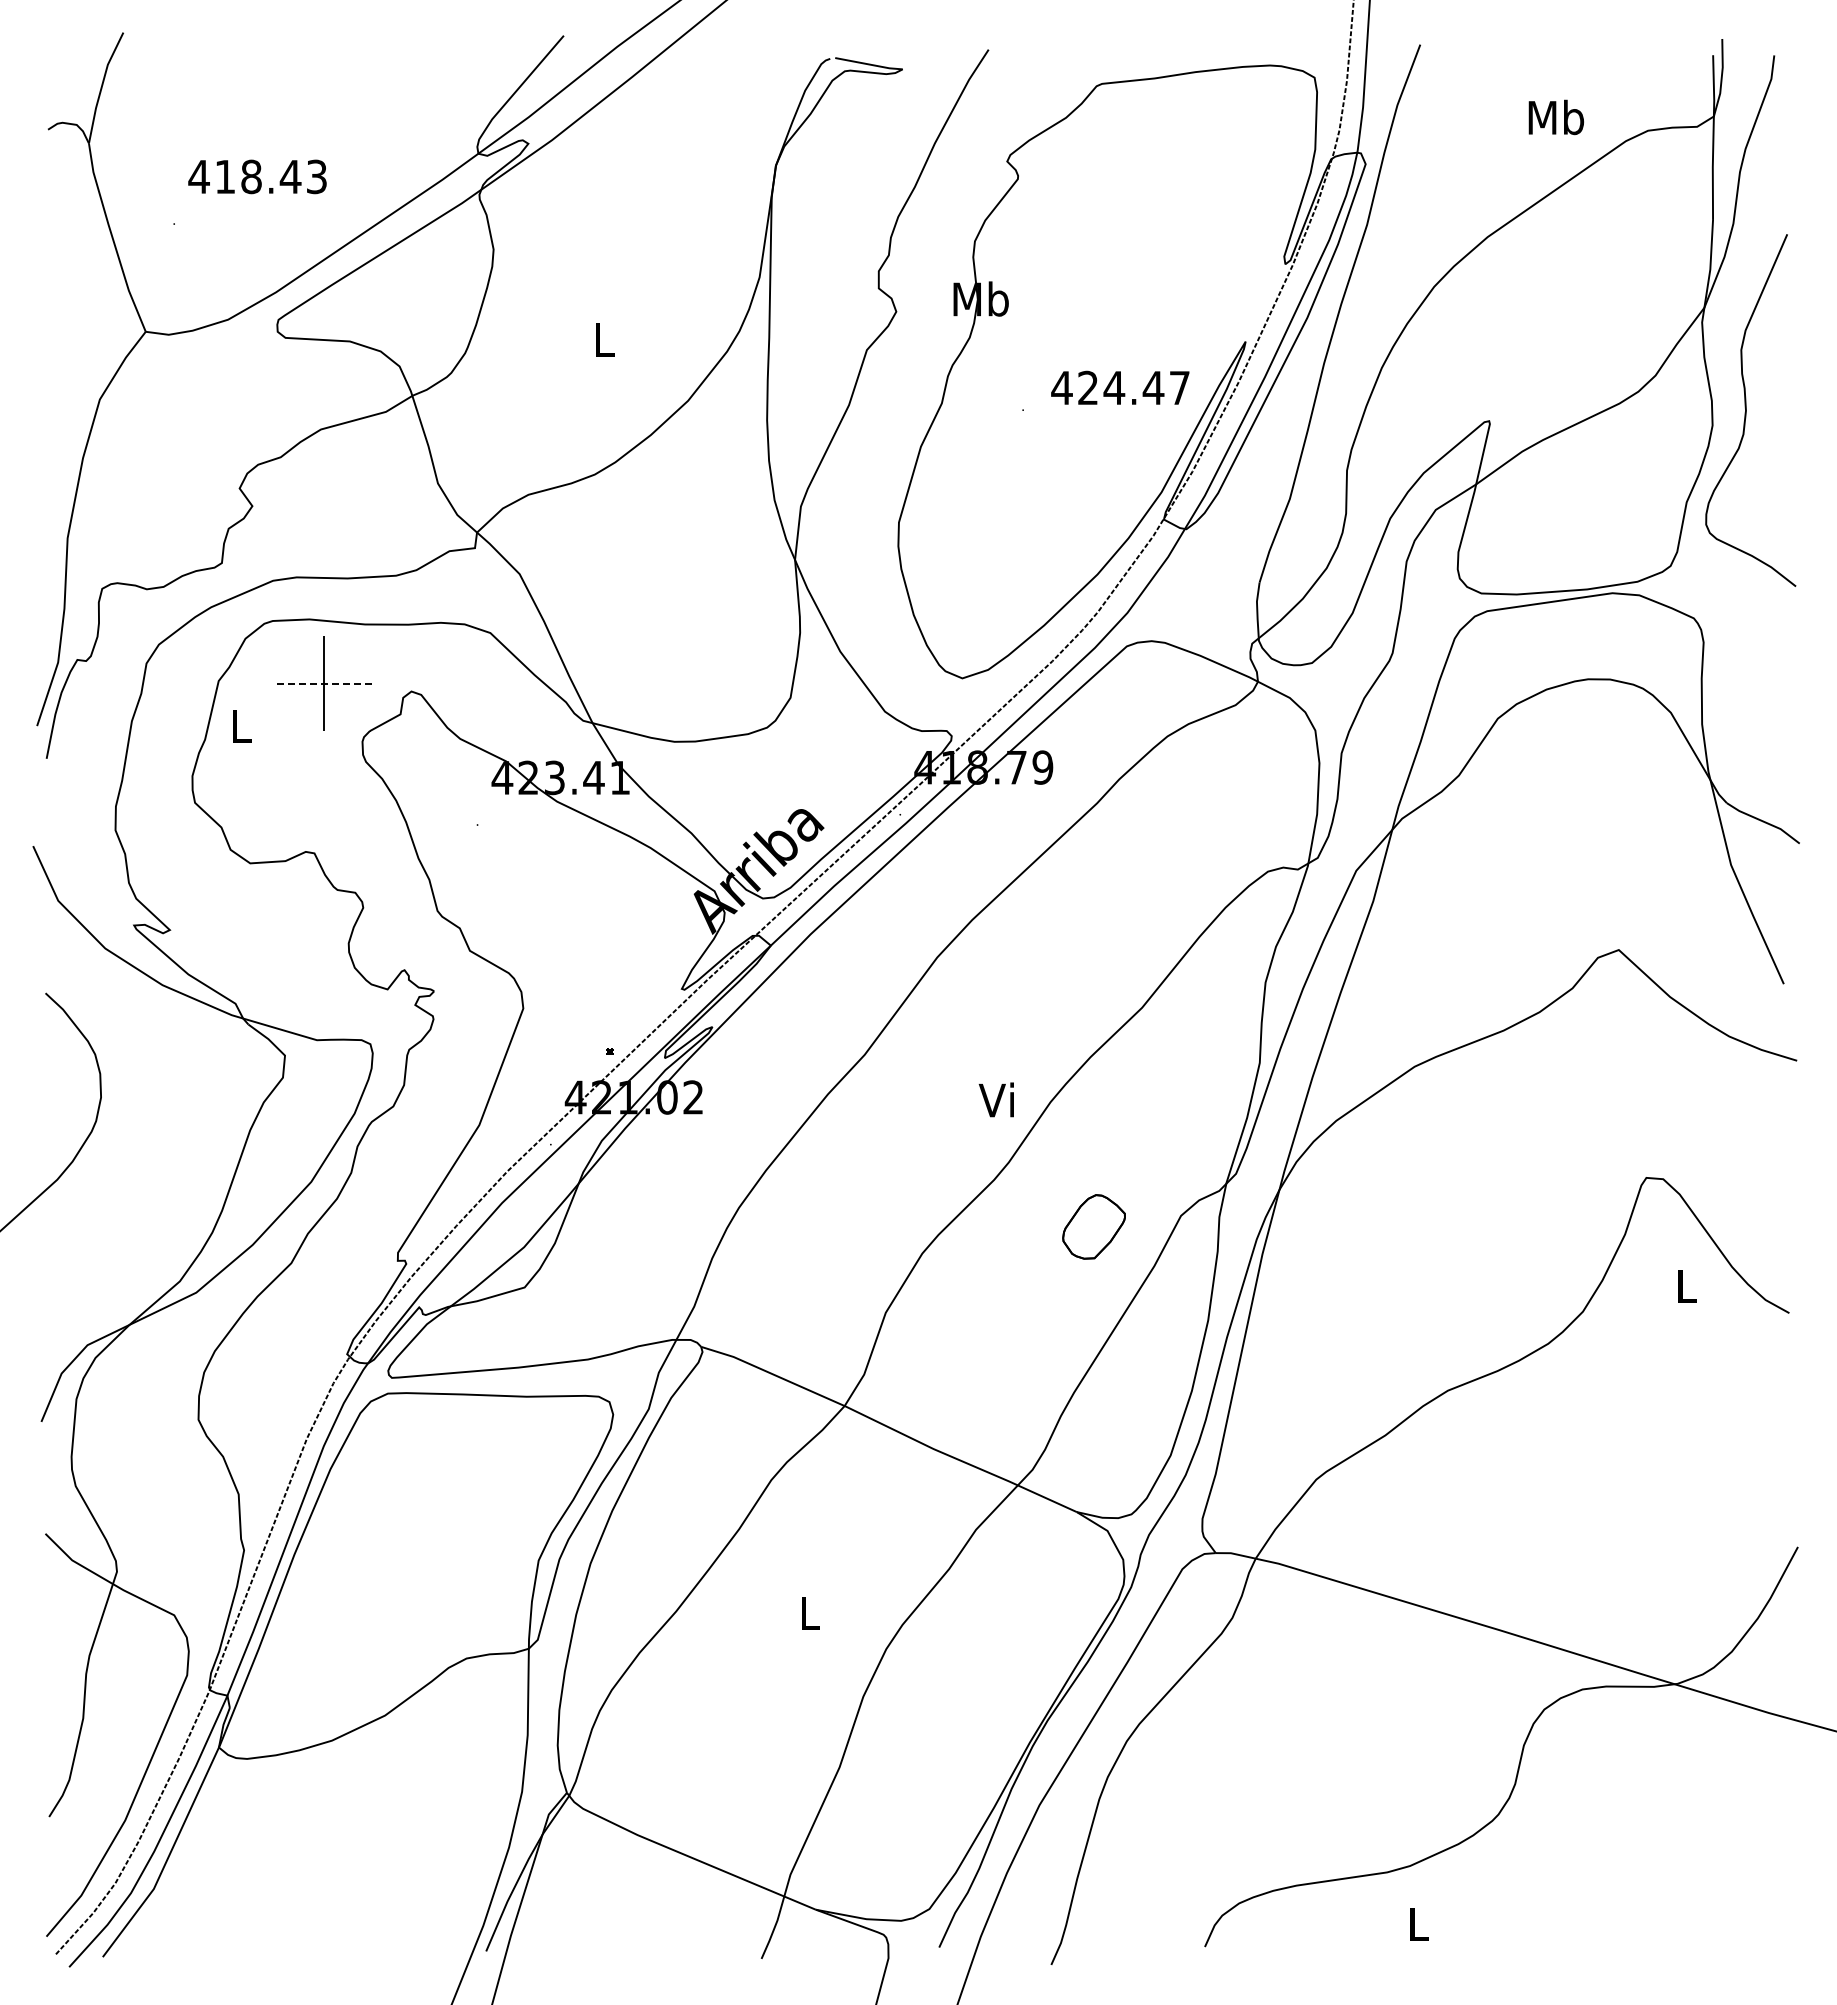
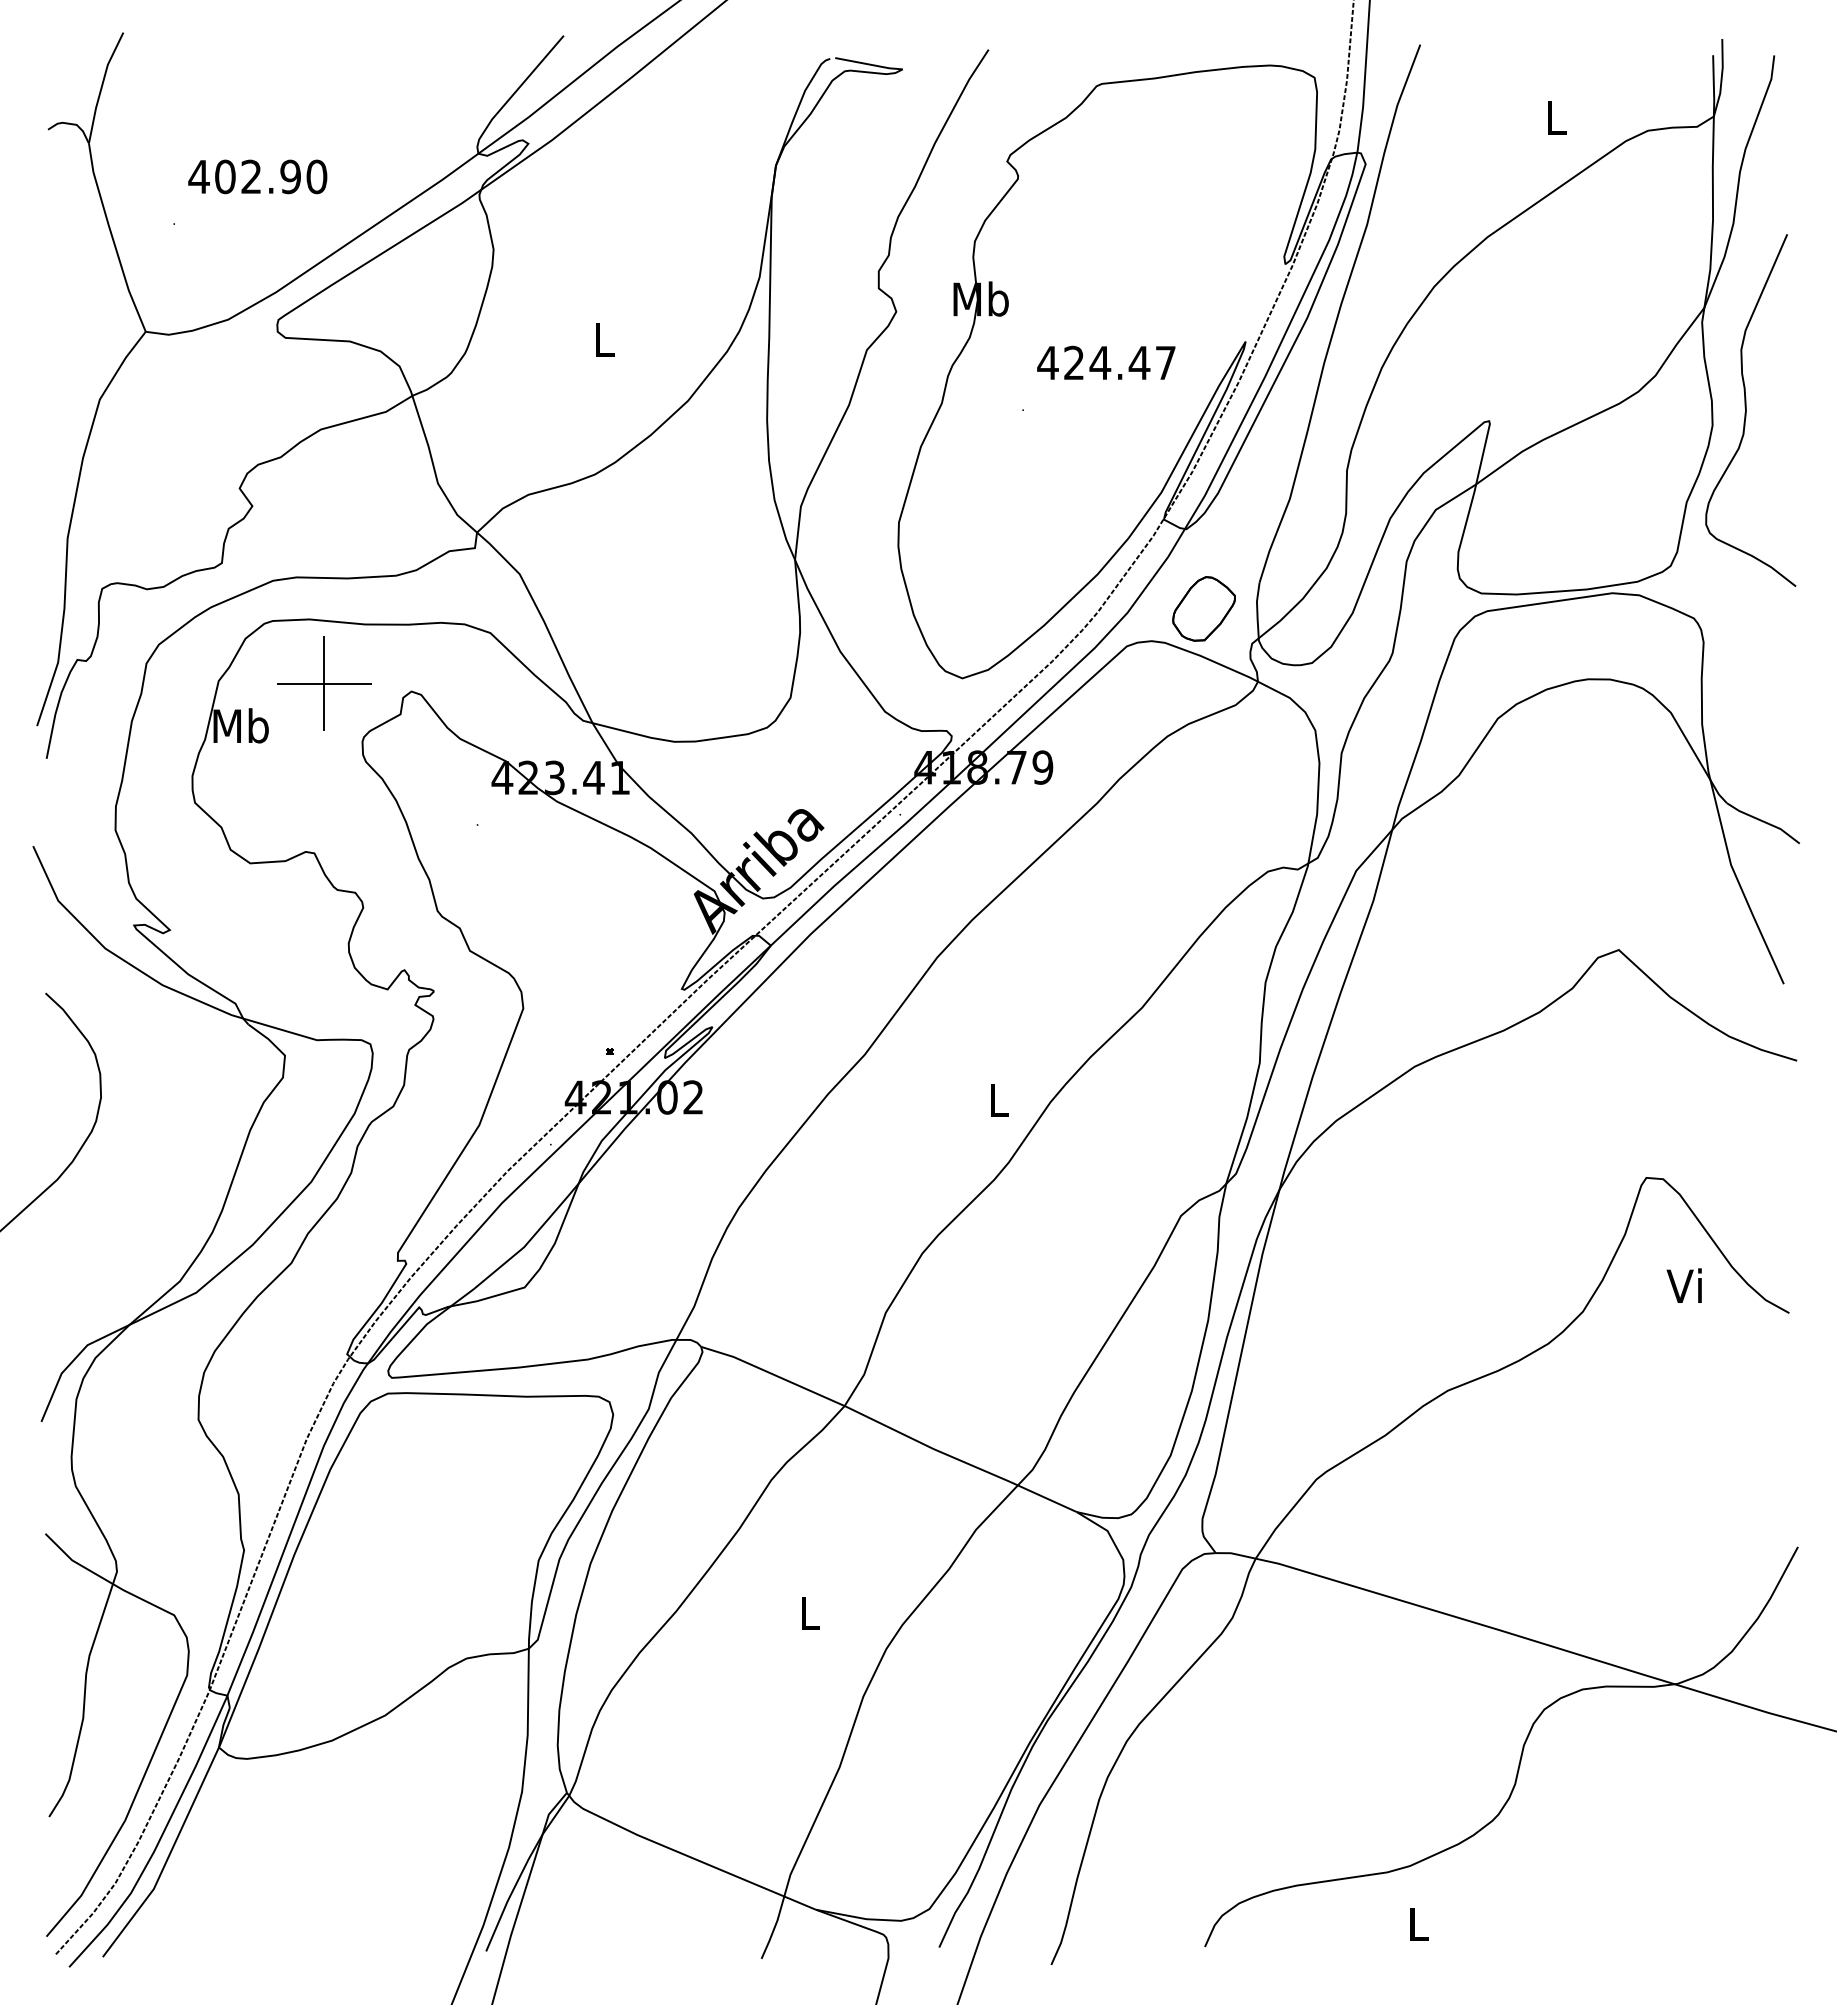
text at (1556, 117): Mb -> L
text at (271, 176): 418.43 -> 402.90
text at (1120, 387) position: (1120, 387) -> (1106, 362)
line at (324, 683): dashed -> solid
text at (240, 725): L -> Mb
text at (995, 1099): Vi -> L
part at (1093, 1226) position: (1093, 1226) -> (1203, 608)
text at (1683, 1285): L -> Vi
